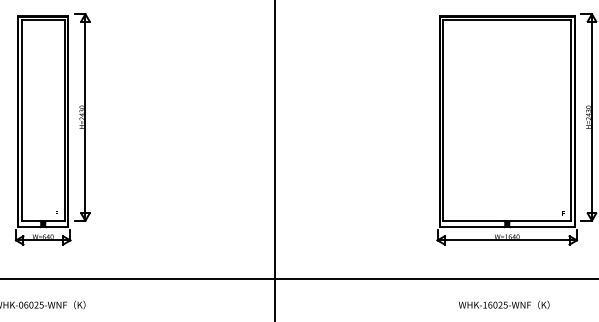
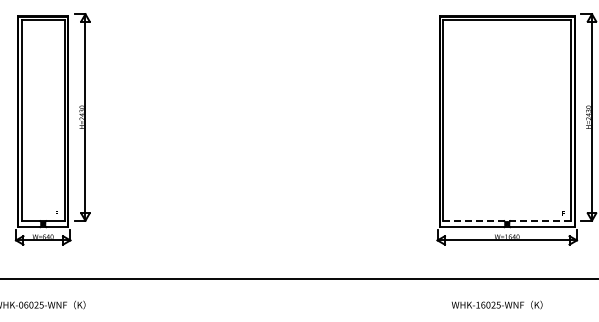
line at (275, 160): present -> none
line at (507, 220): solid -> dashed
text at (503, 304) position: (503, 304) -> (496, 304)
